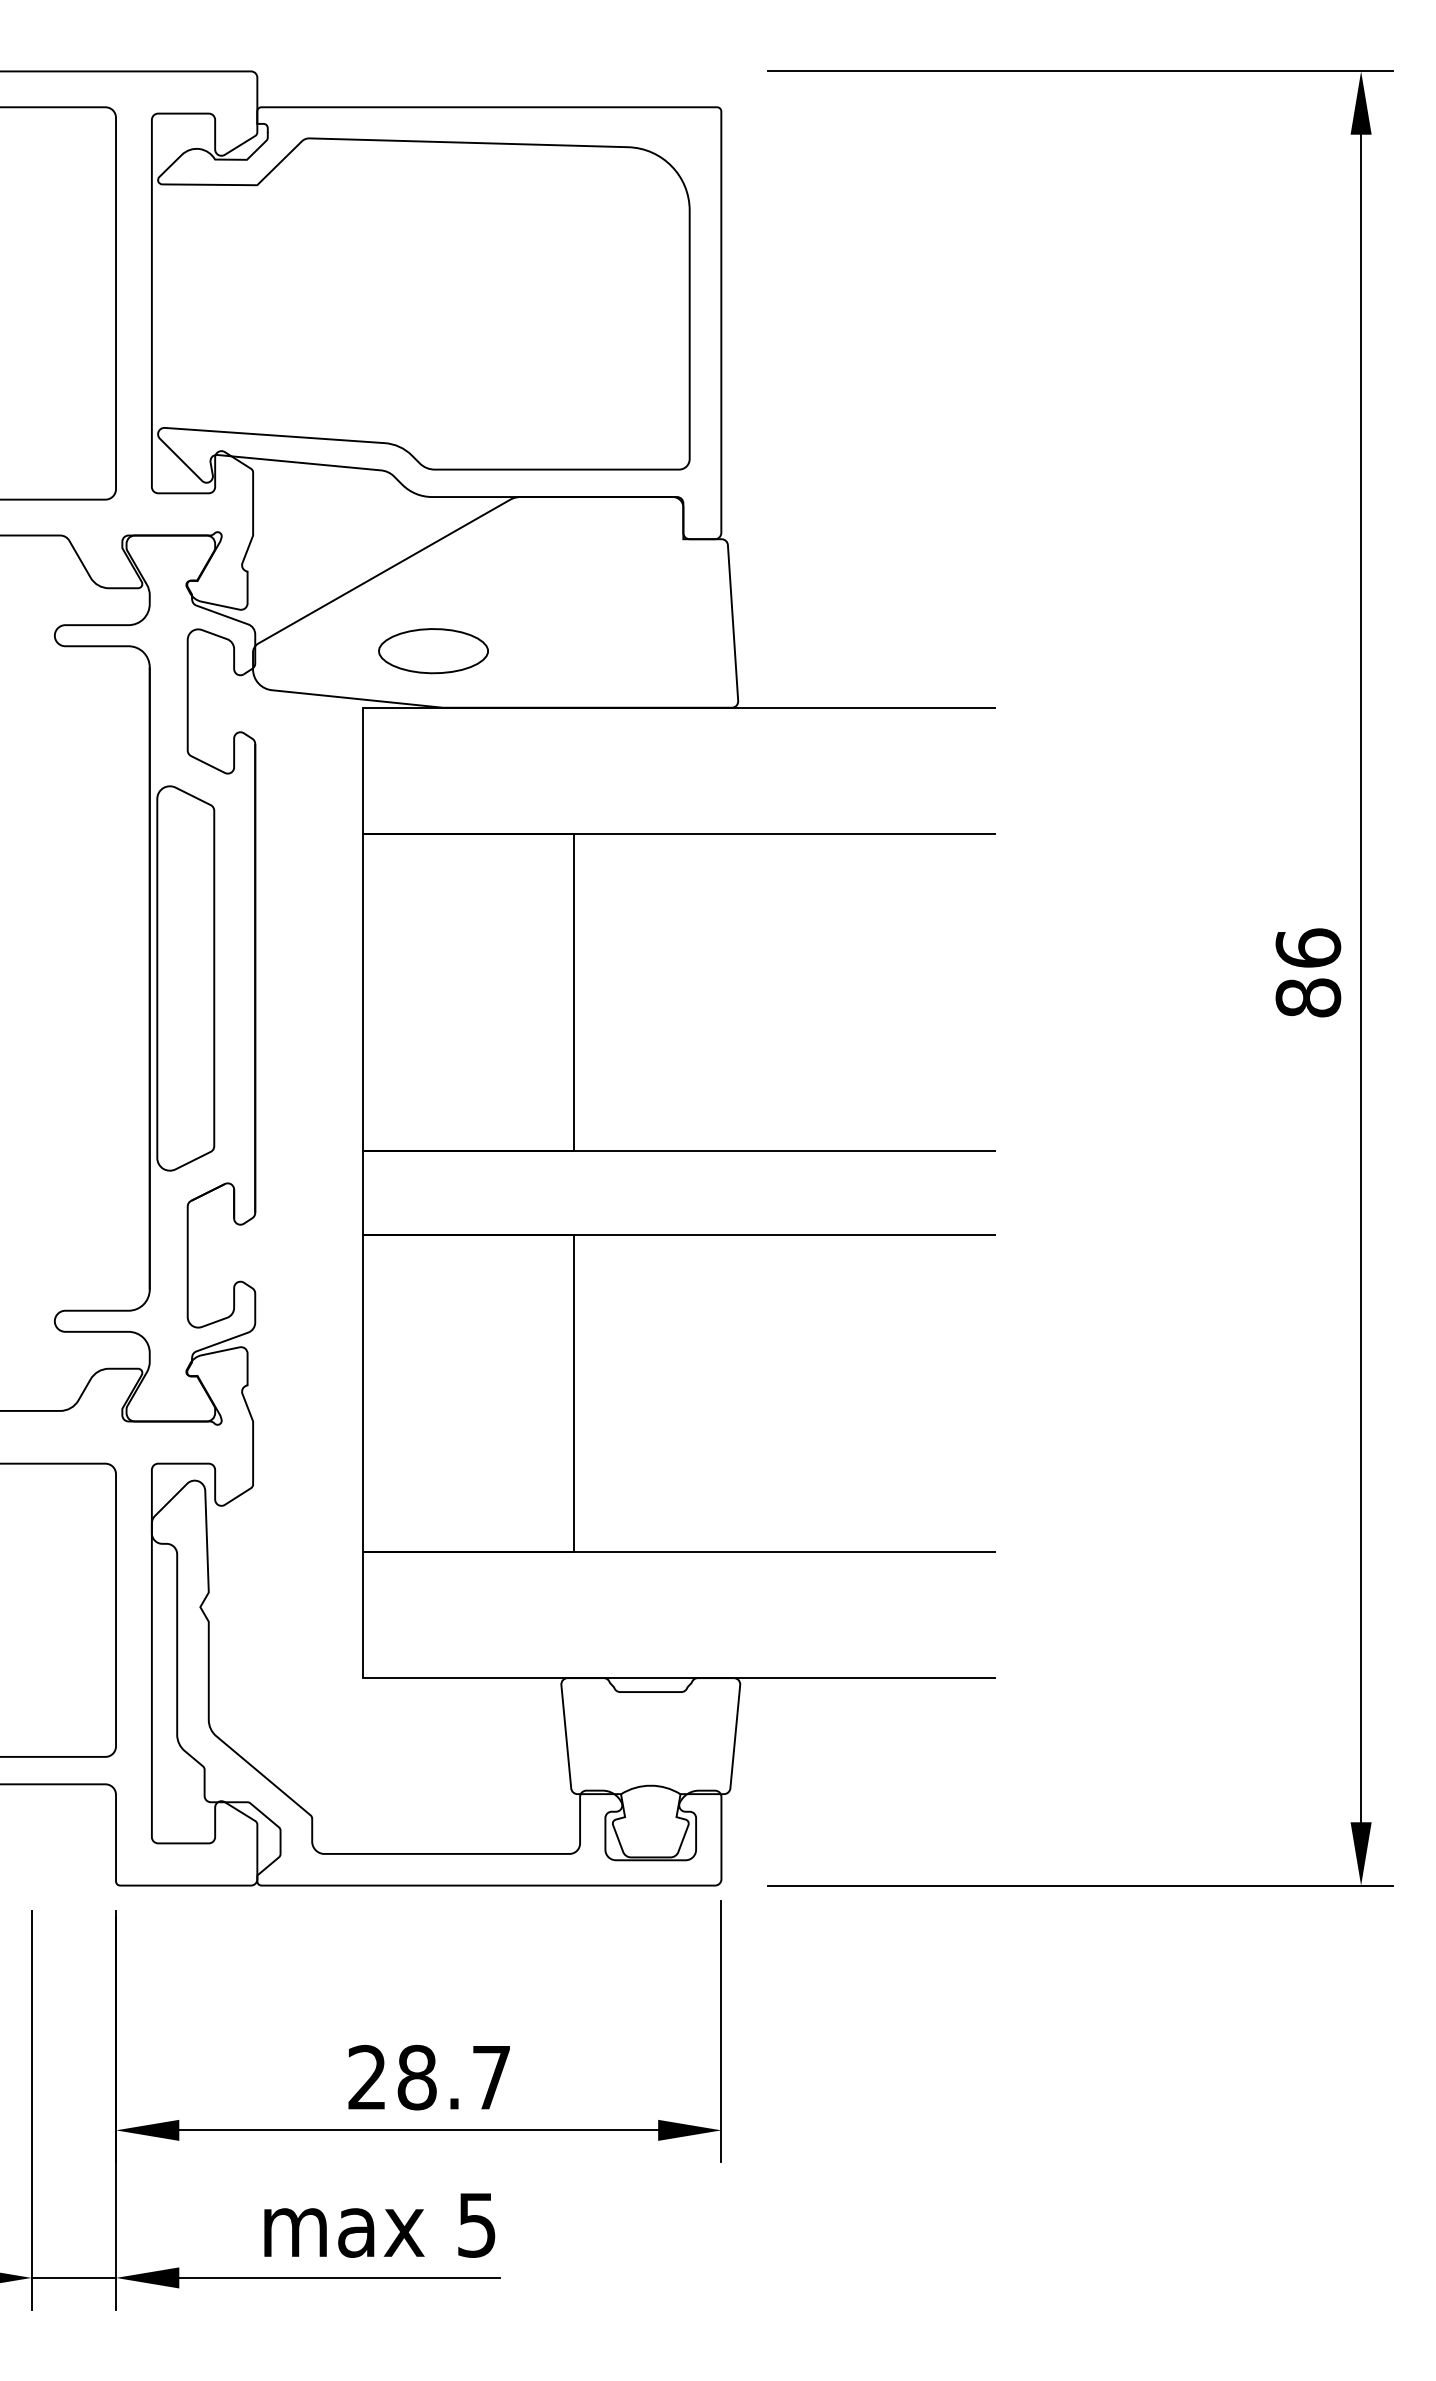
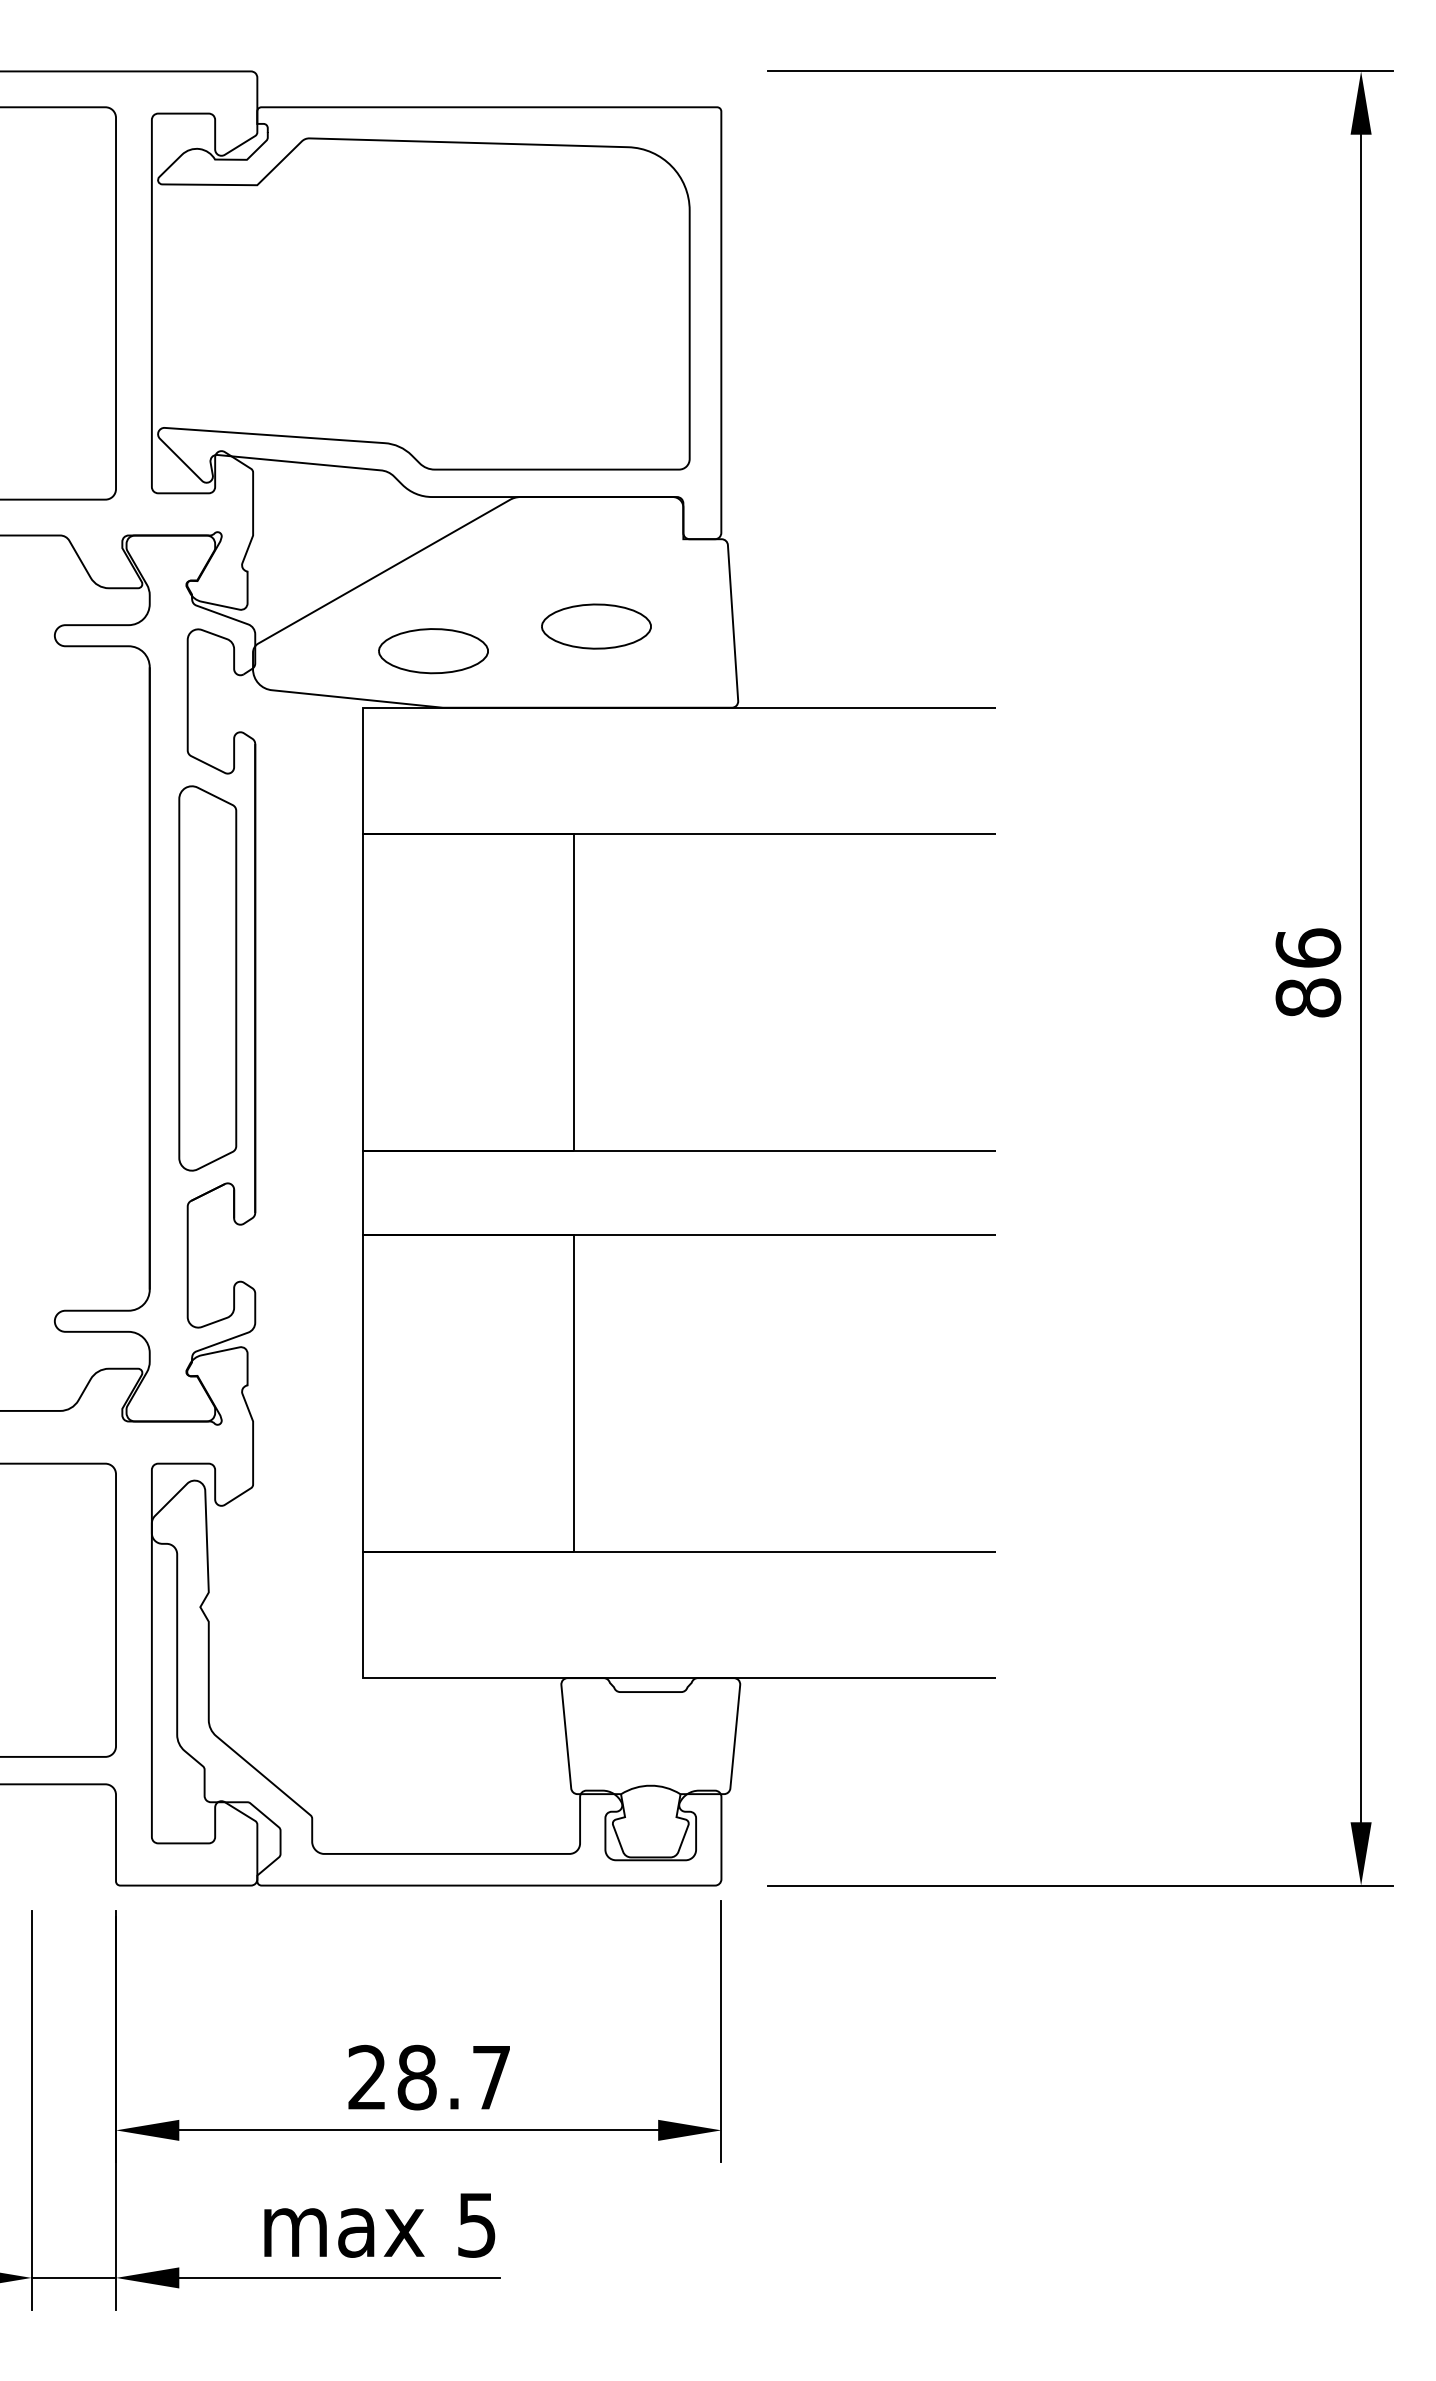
part at (596, 626): none -> present
part at (185, 978) position: (185, 978) -> (207, 978)
